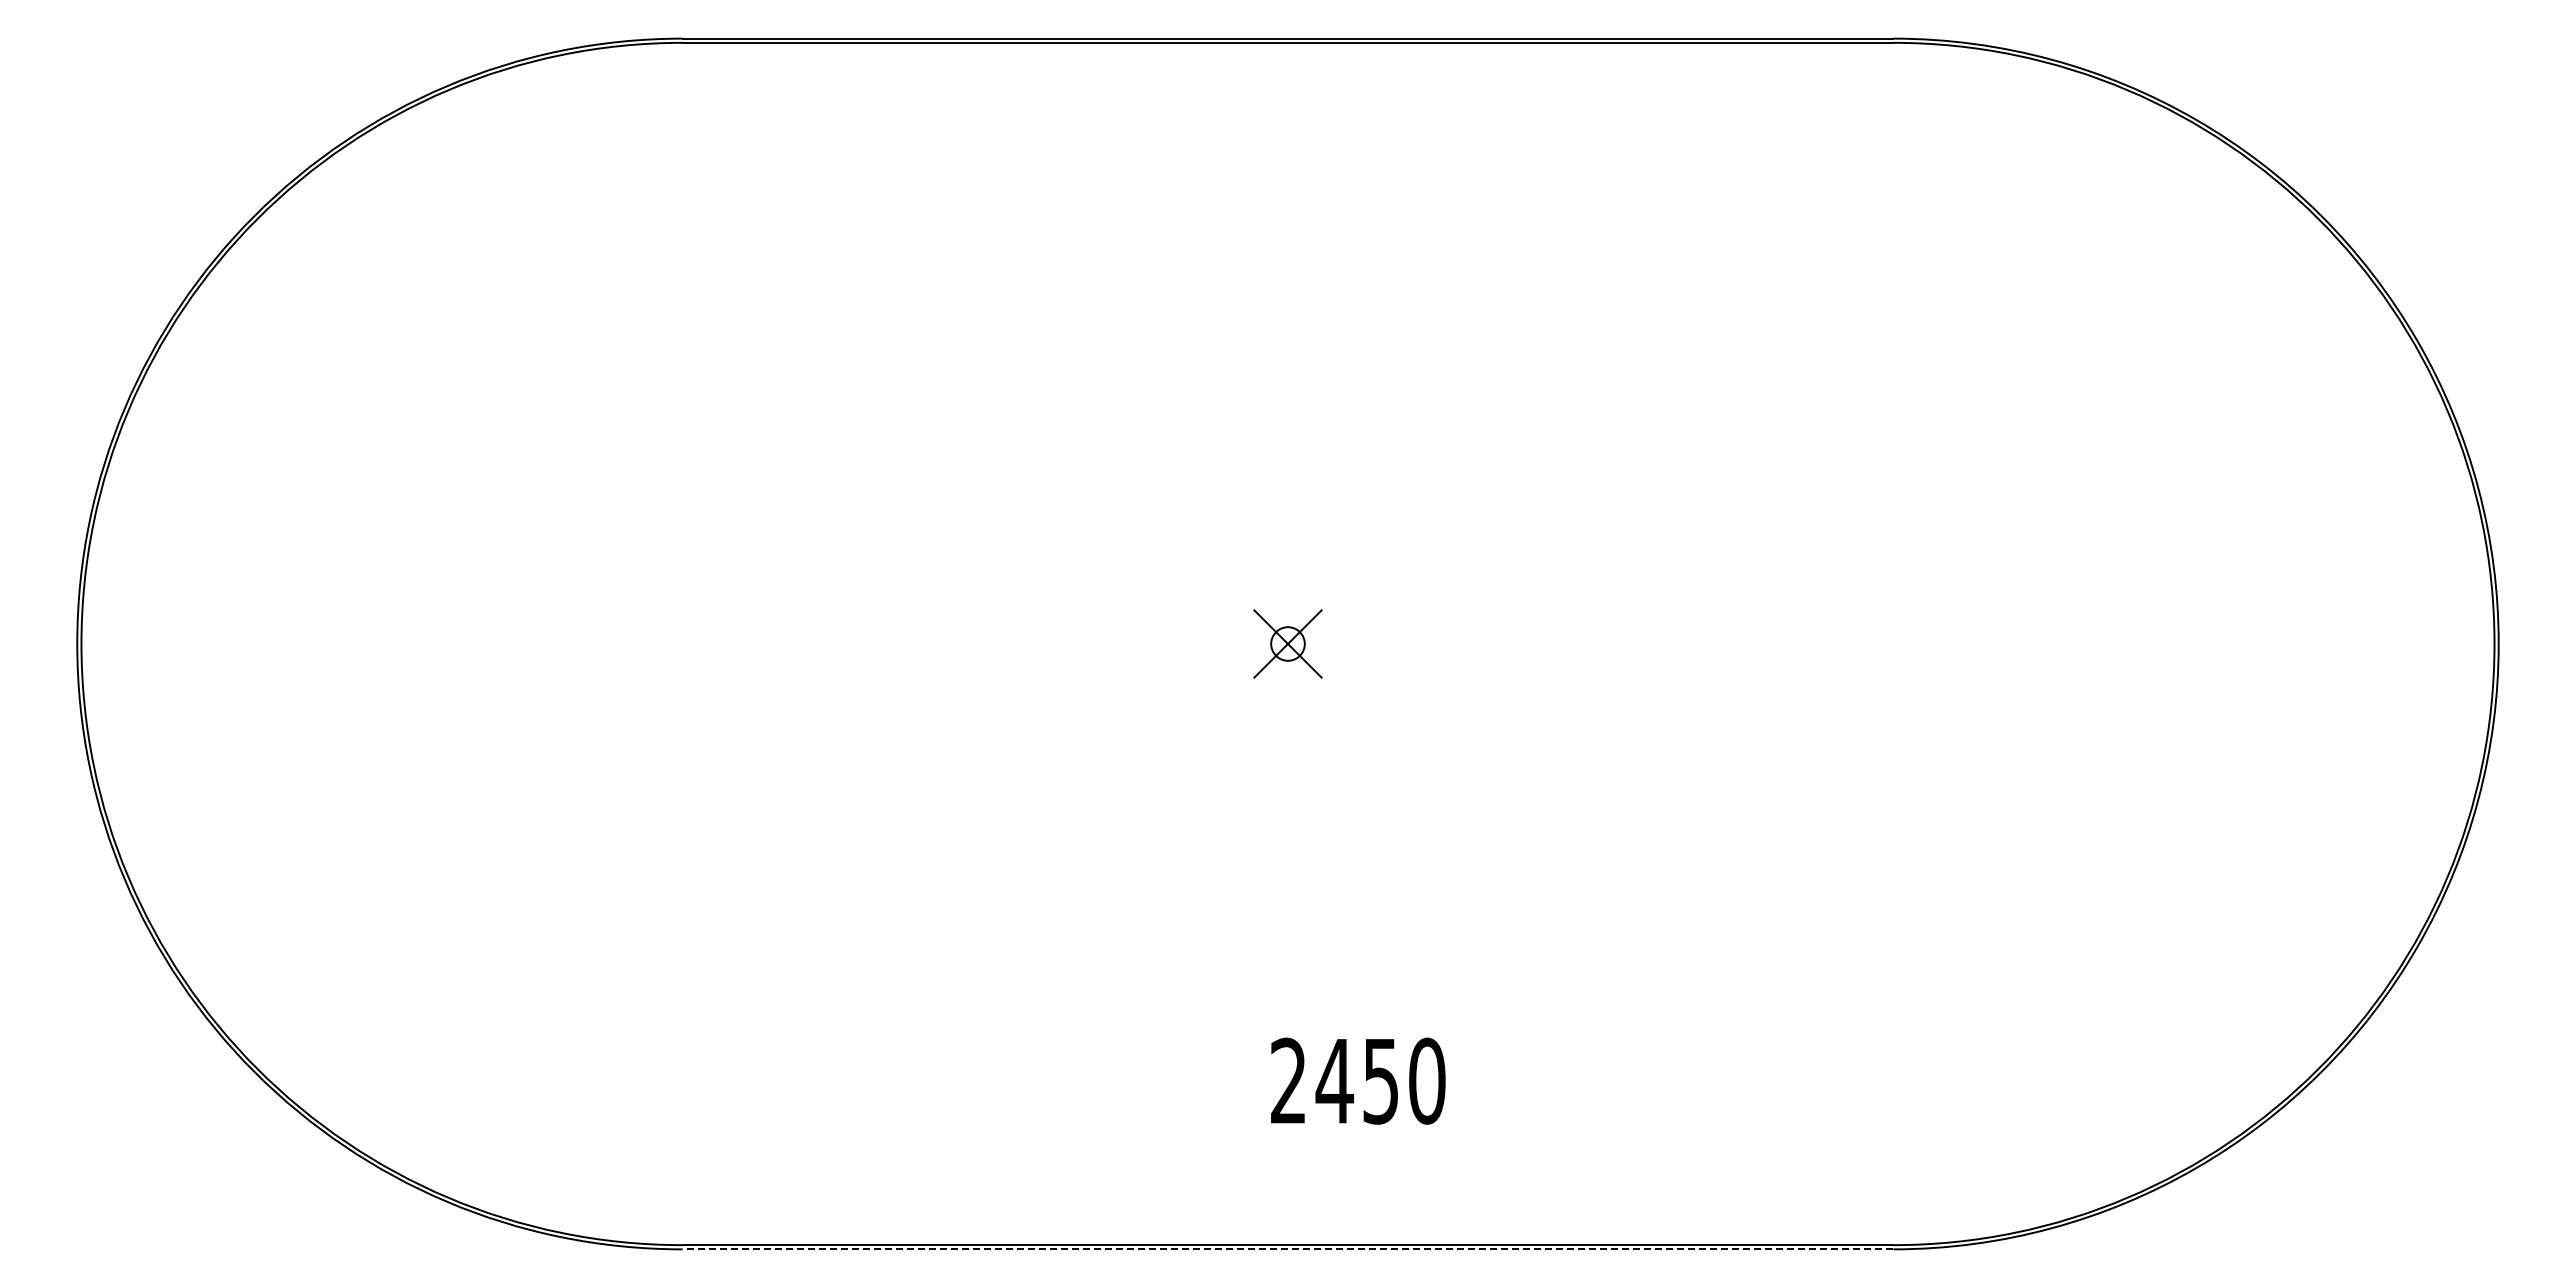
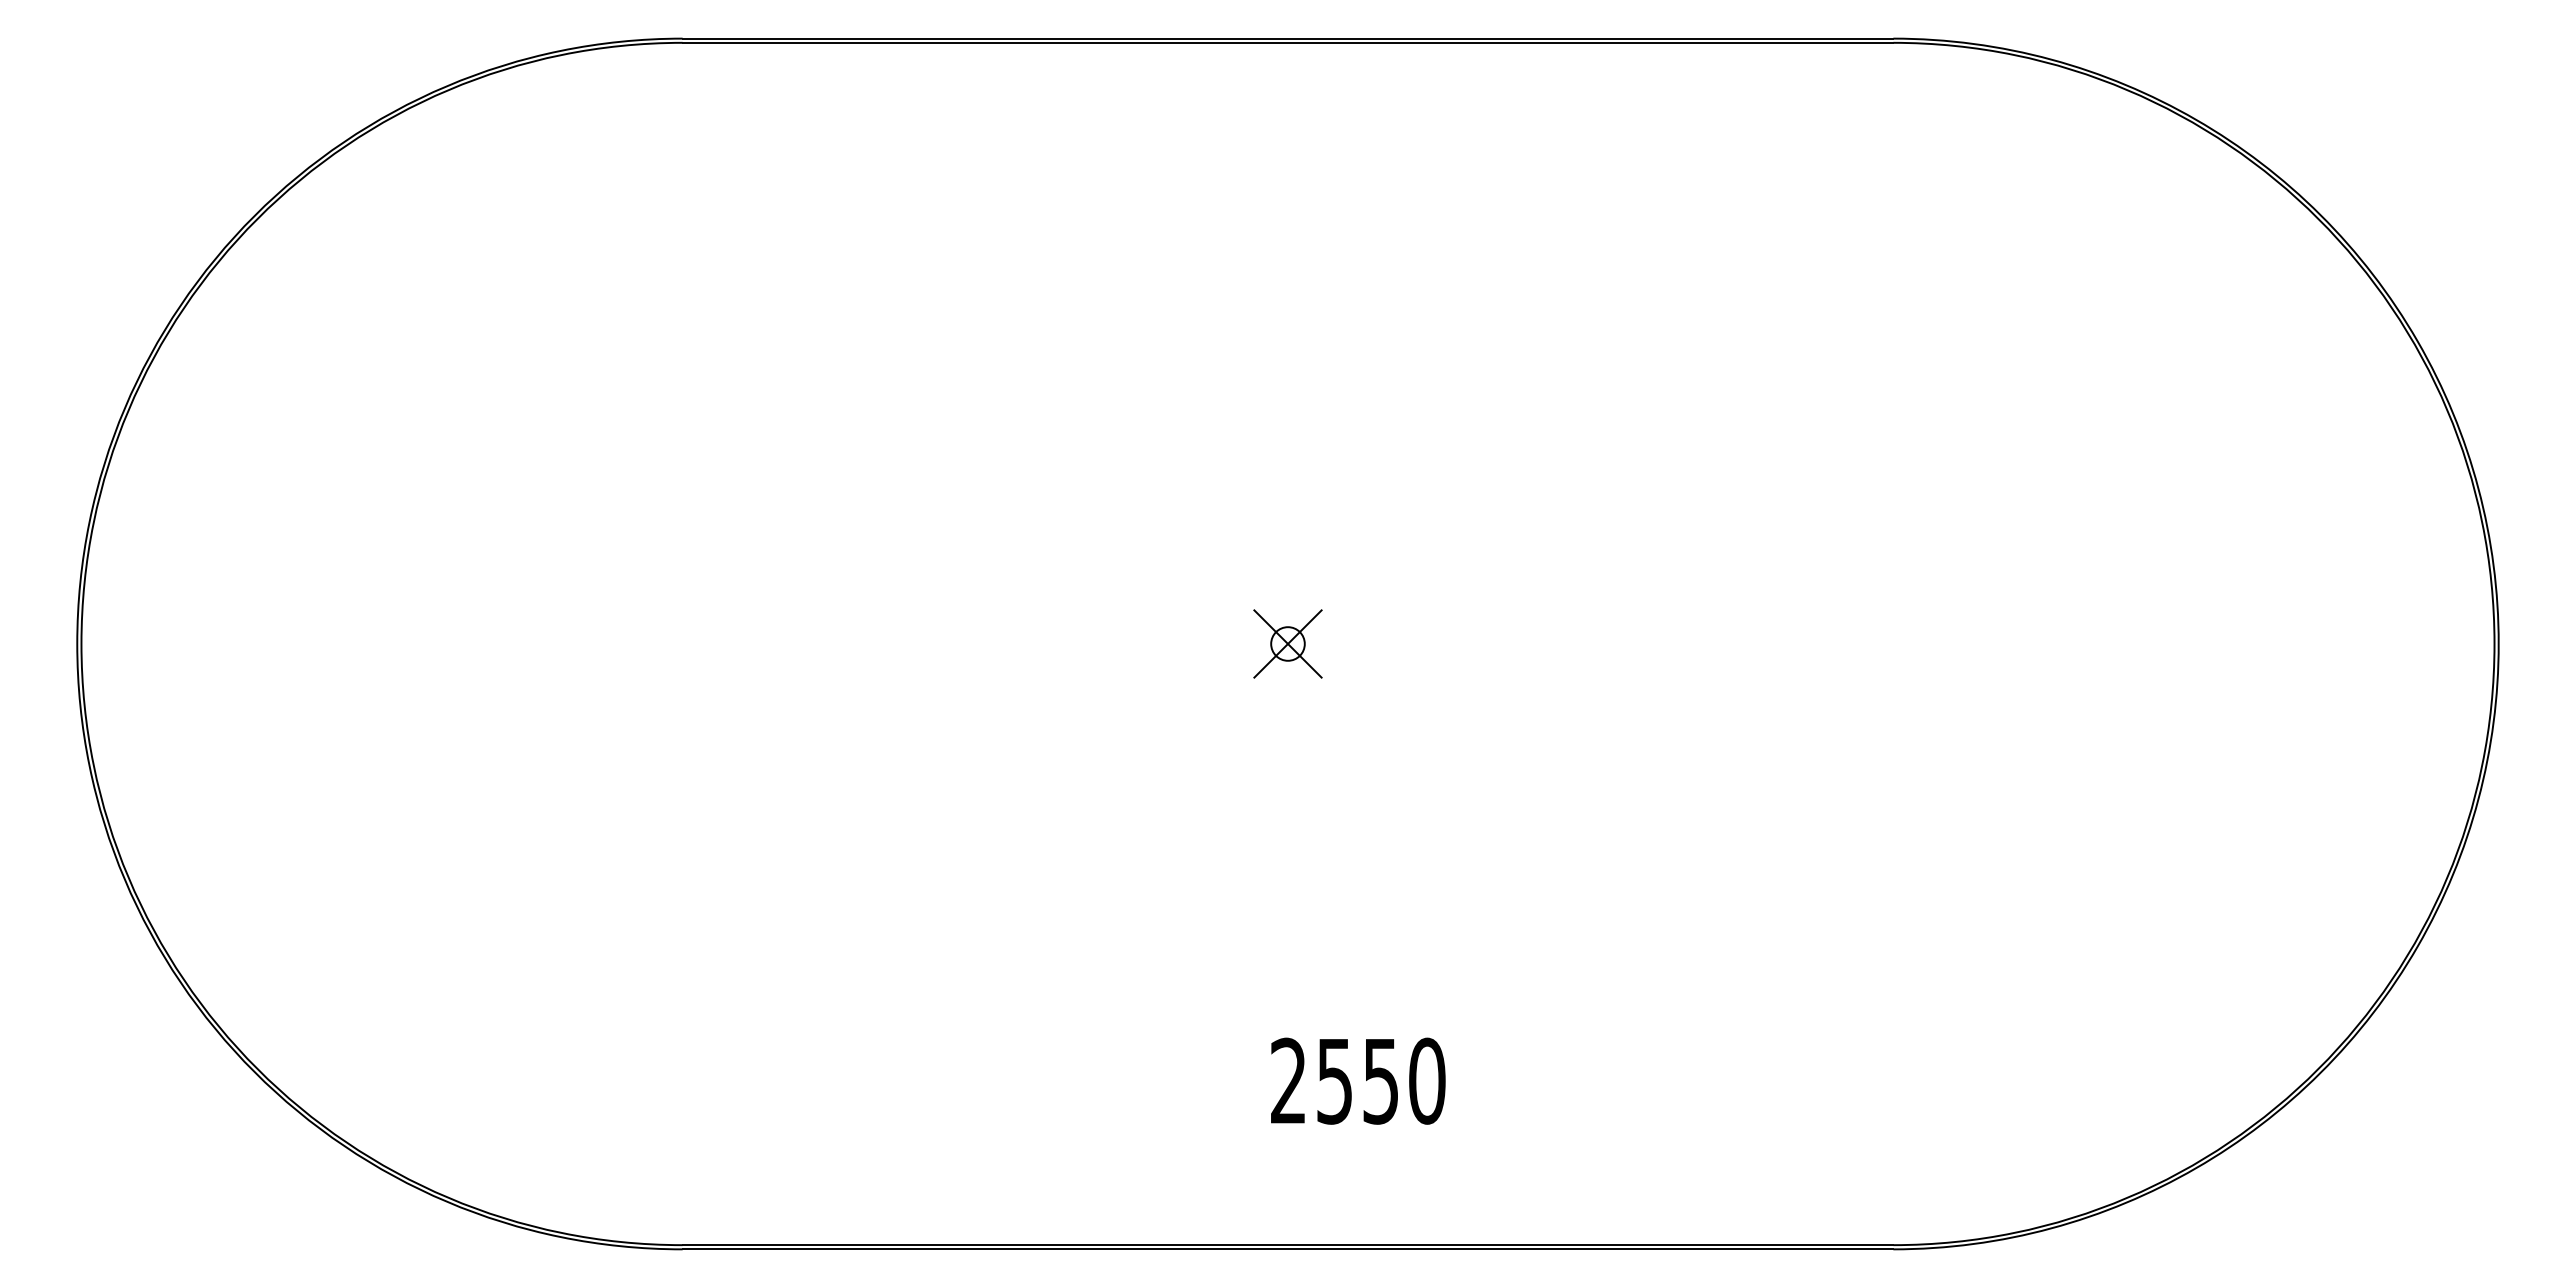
text at (1334, 1081): 2450 -> 2550
line at (1287, 1249): dashed -> solid
